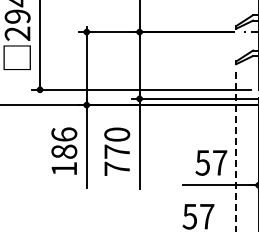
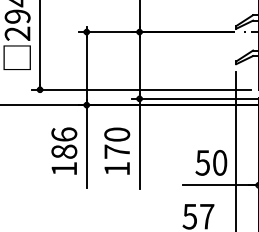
line at (236, 152): dashed -> solid
text at (220, 162): 57 -> 50
text at (116, 168): 770 -> 170
